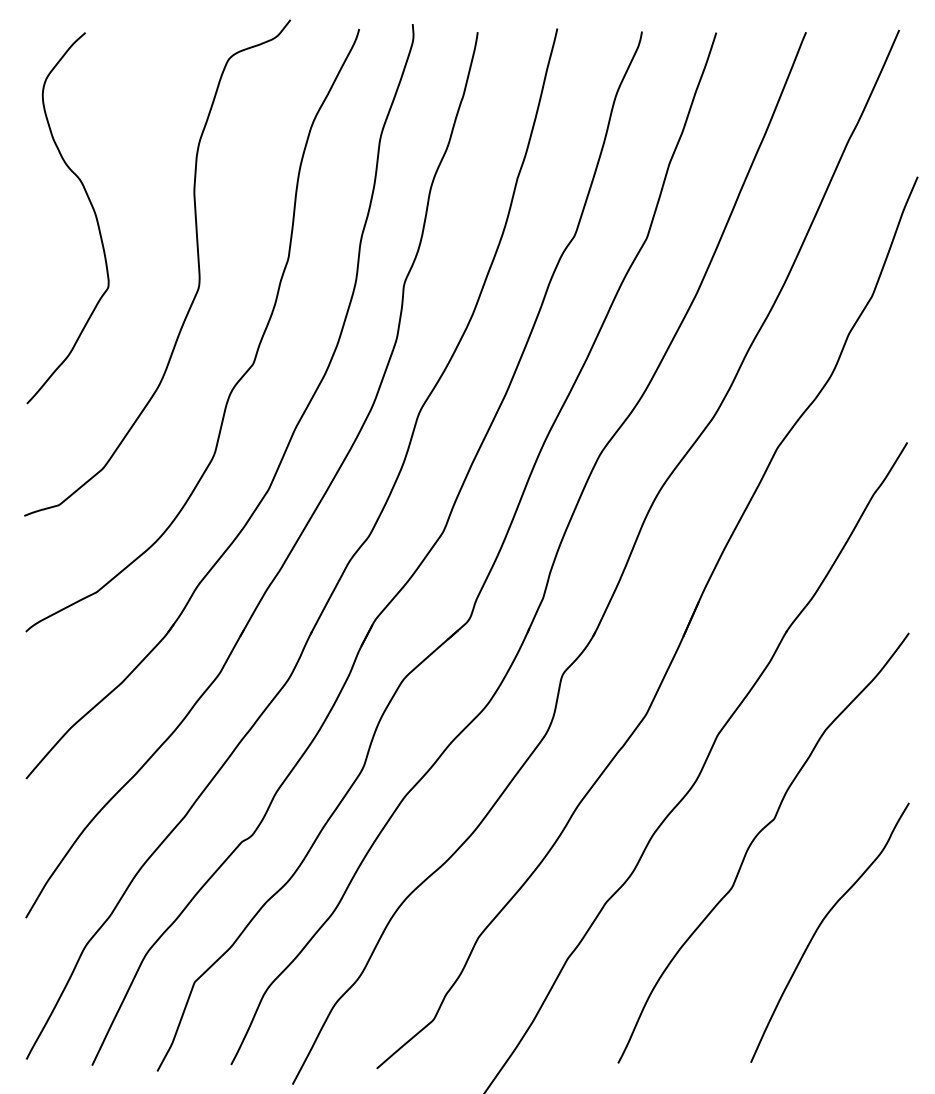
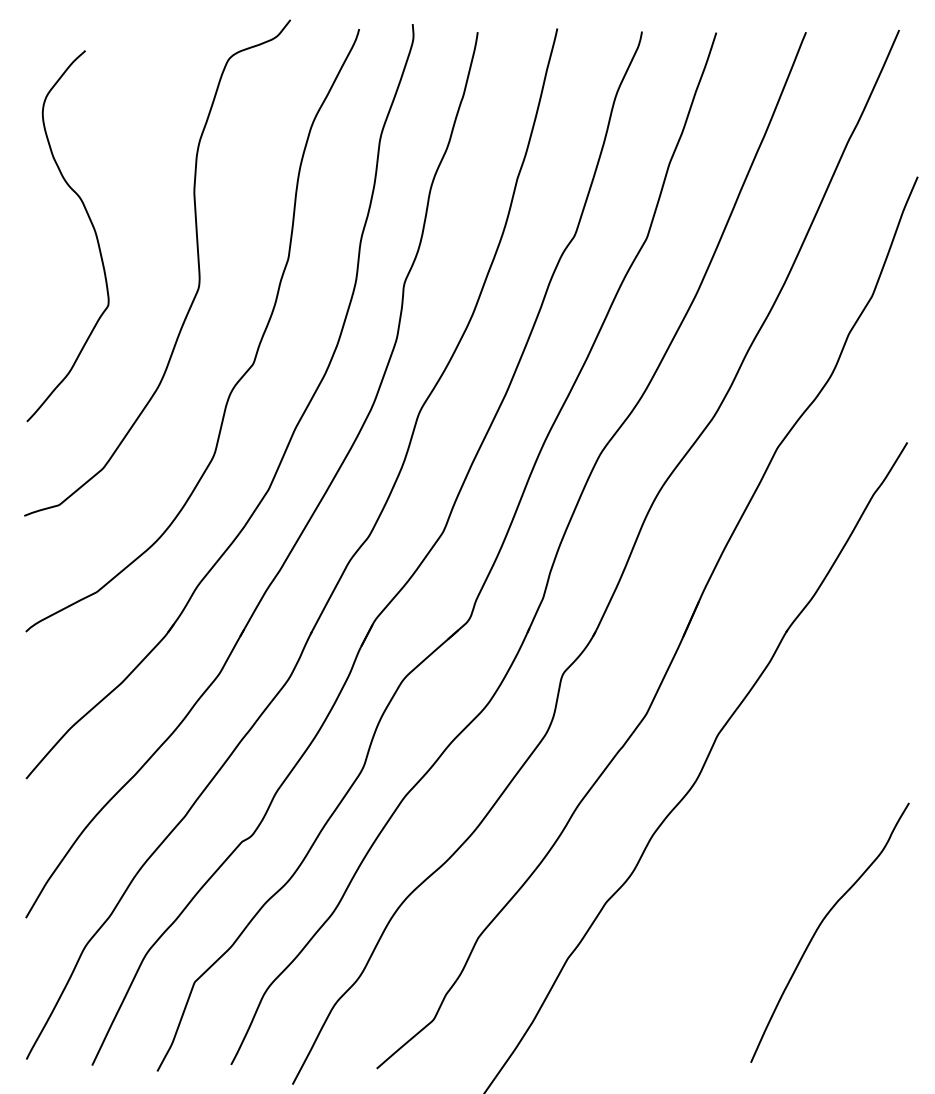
curve at (91, 207) position: (91, 207) -> (91, 225)
curve at (754, 840): present -> none
